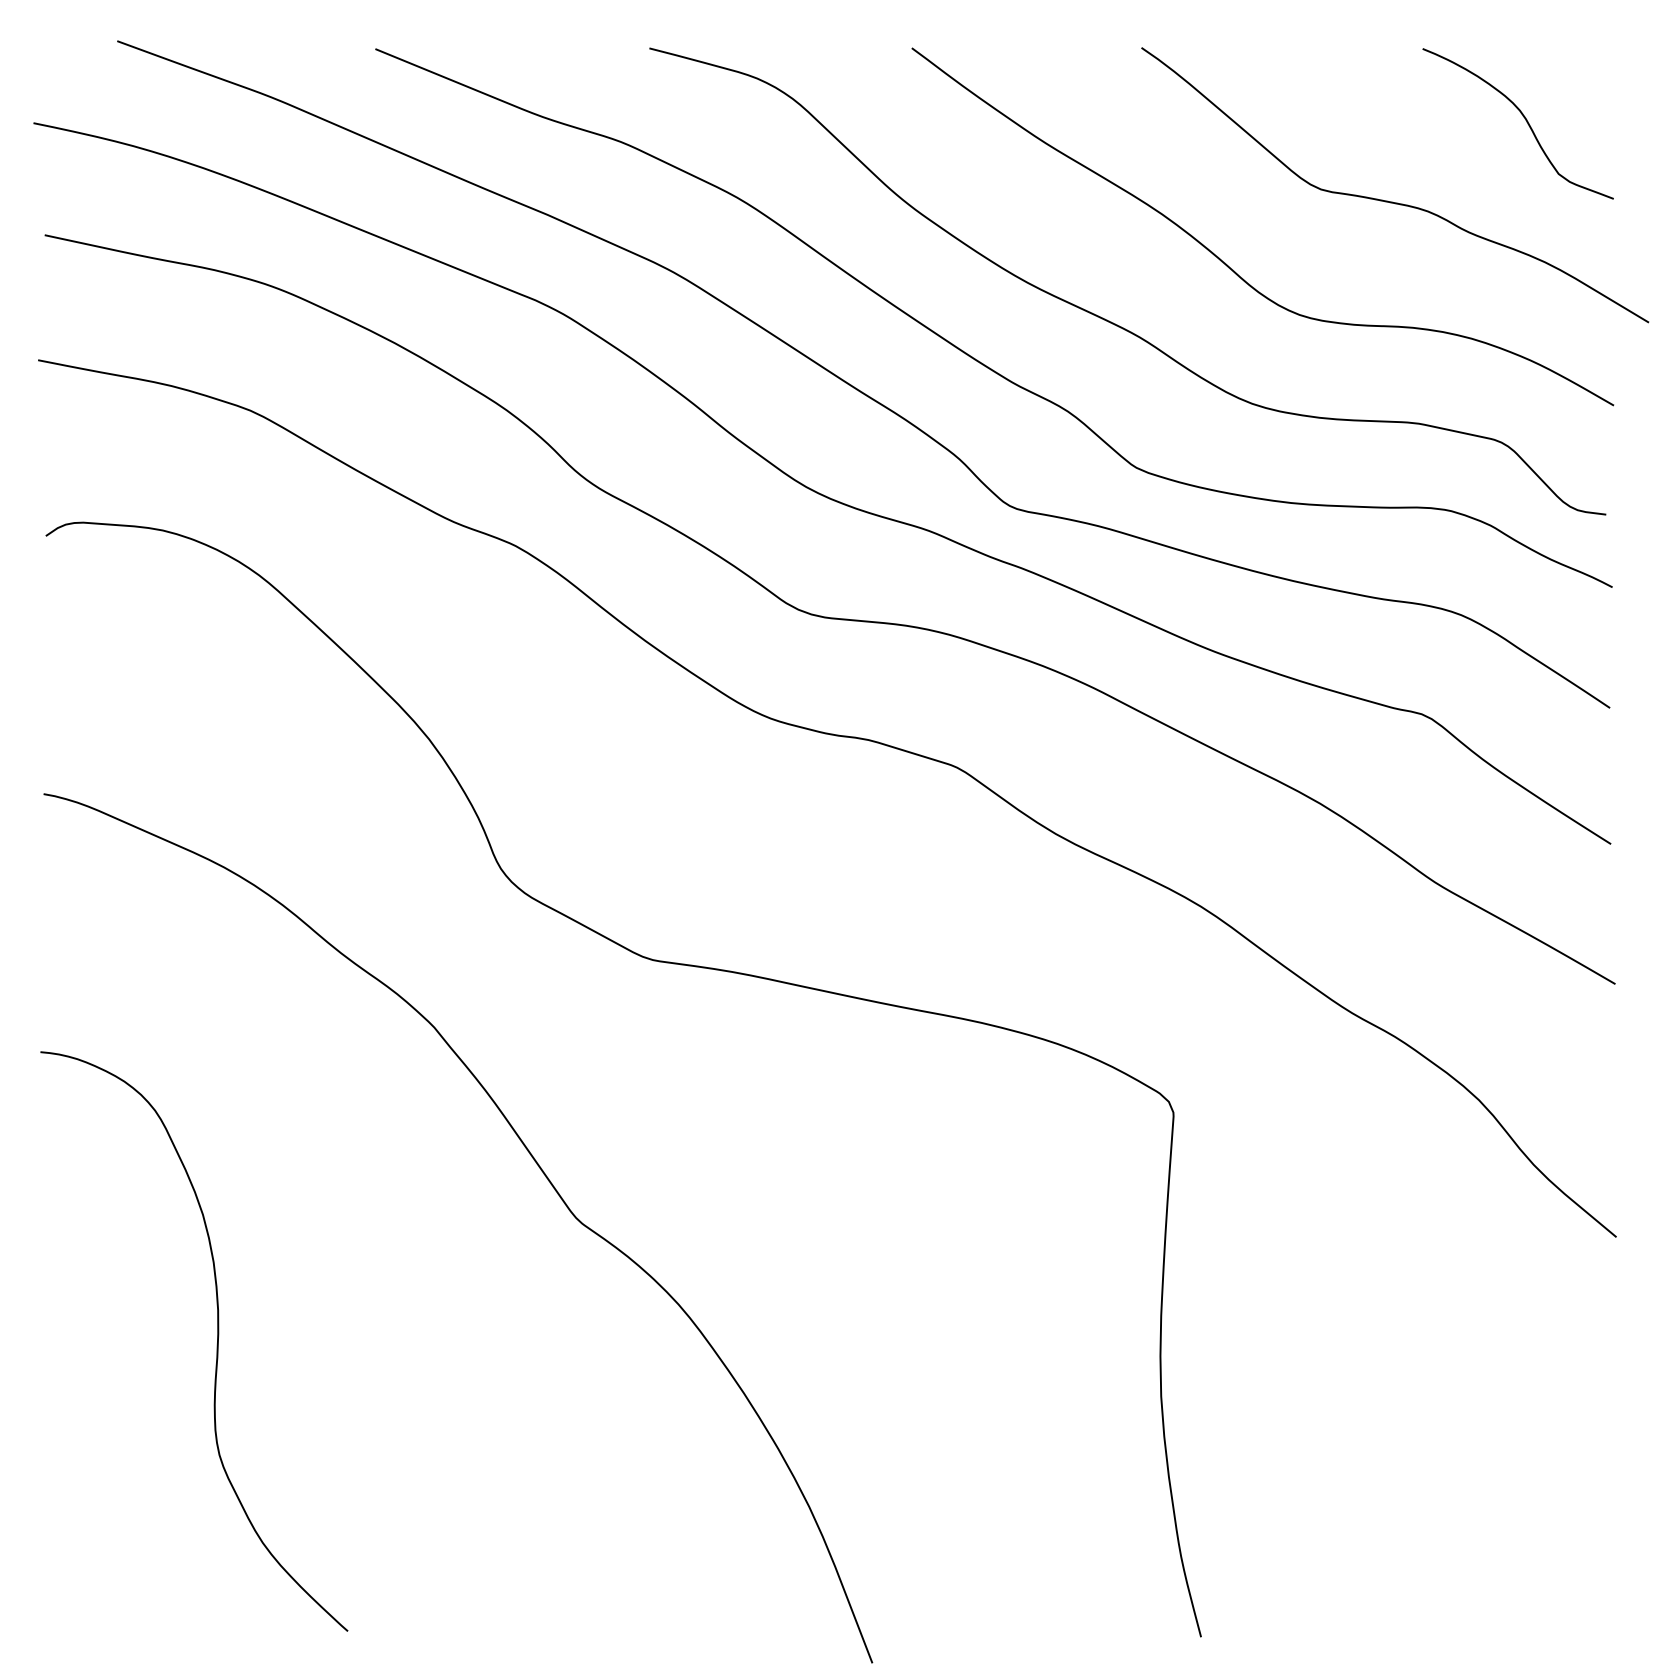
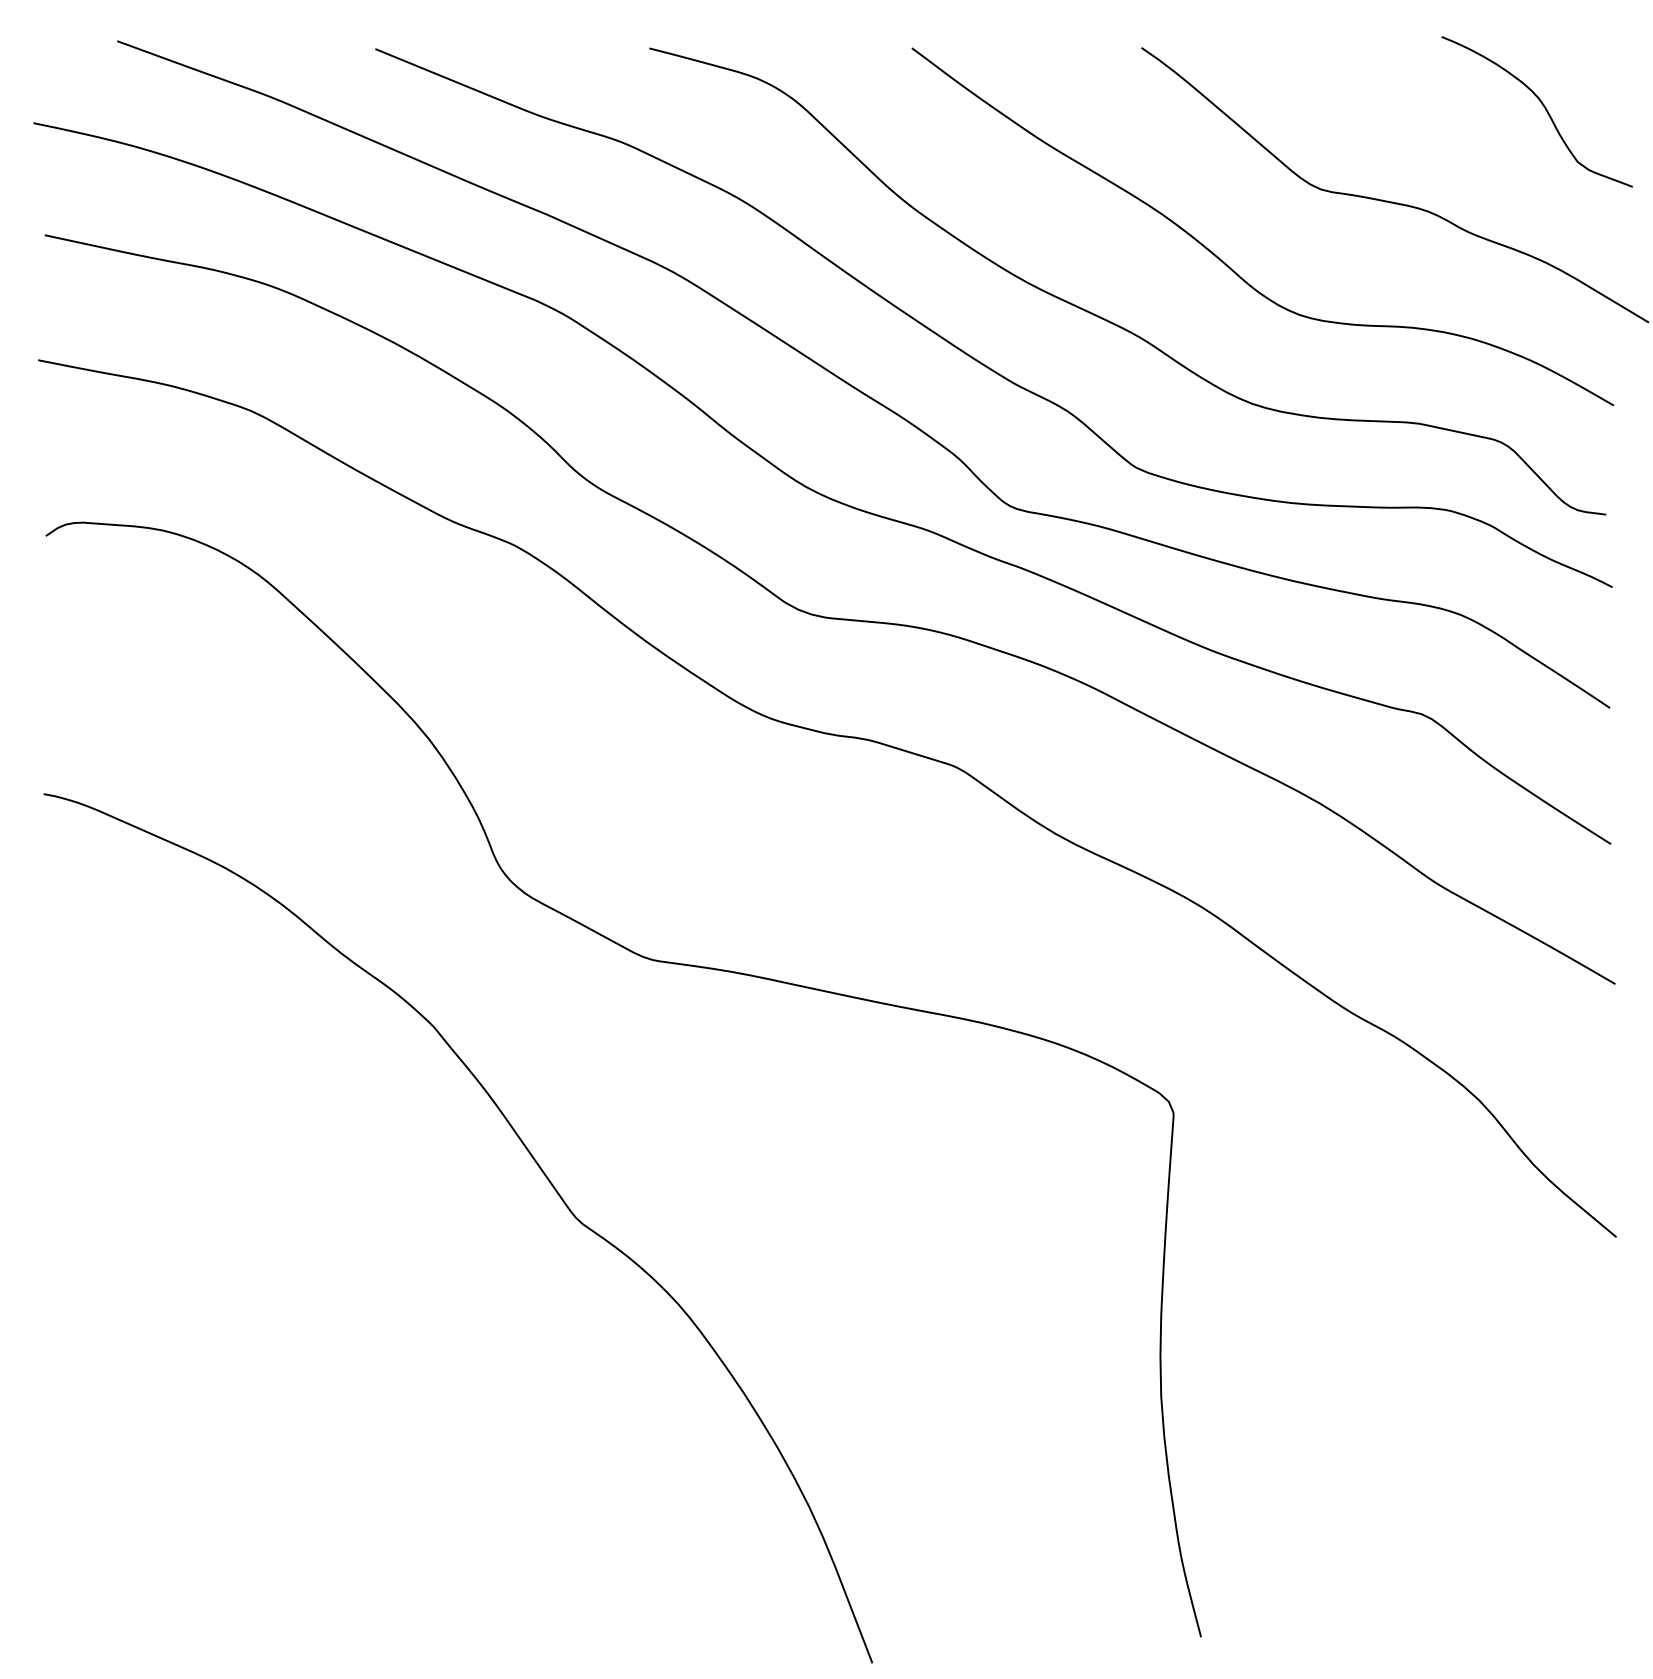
curve at (1523, 117) position: (1523, 117) -> (1542, 105)
curve at (216, 1345): present -> none
